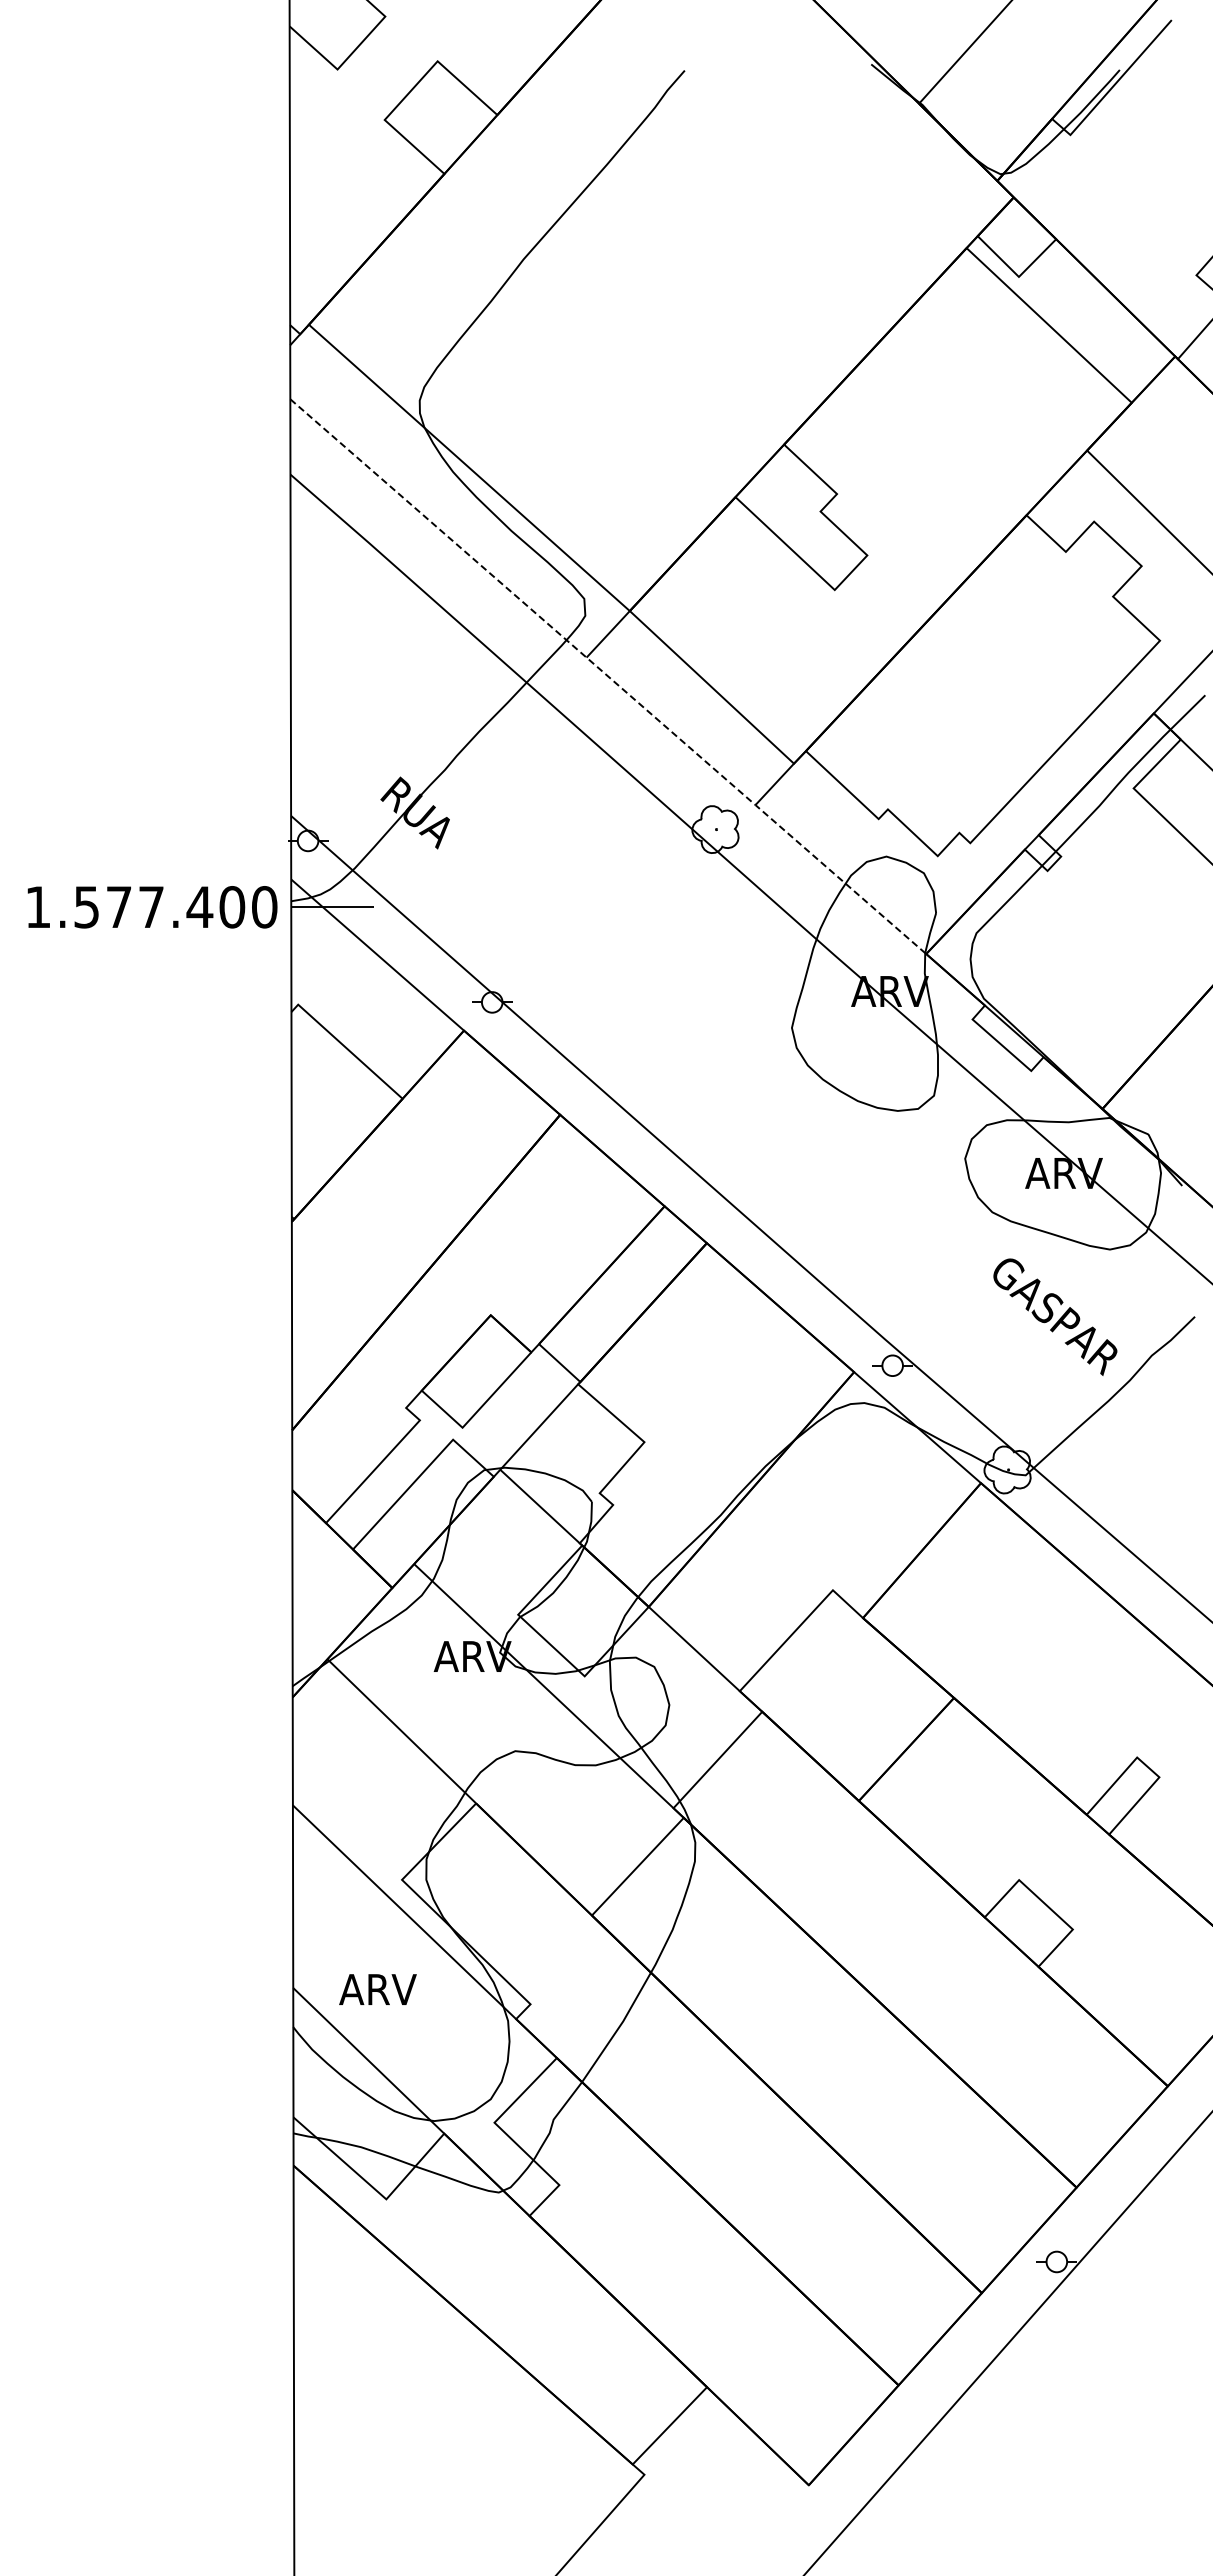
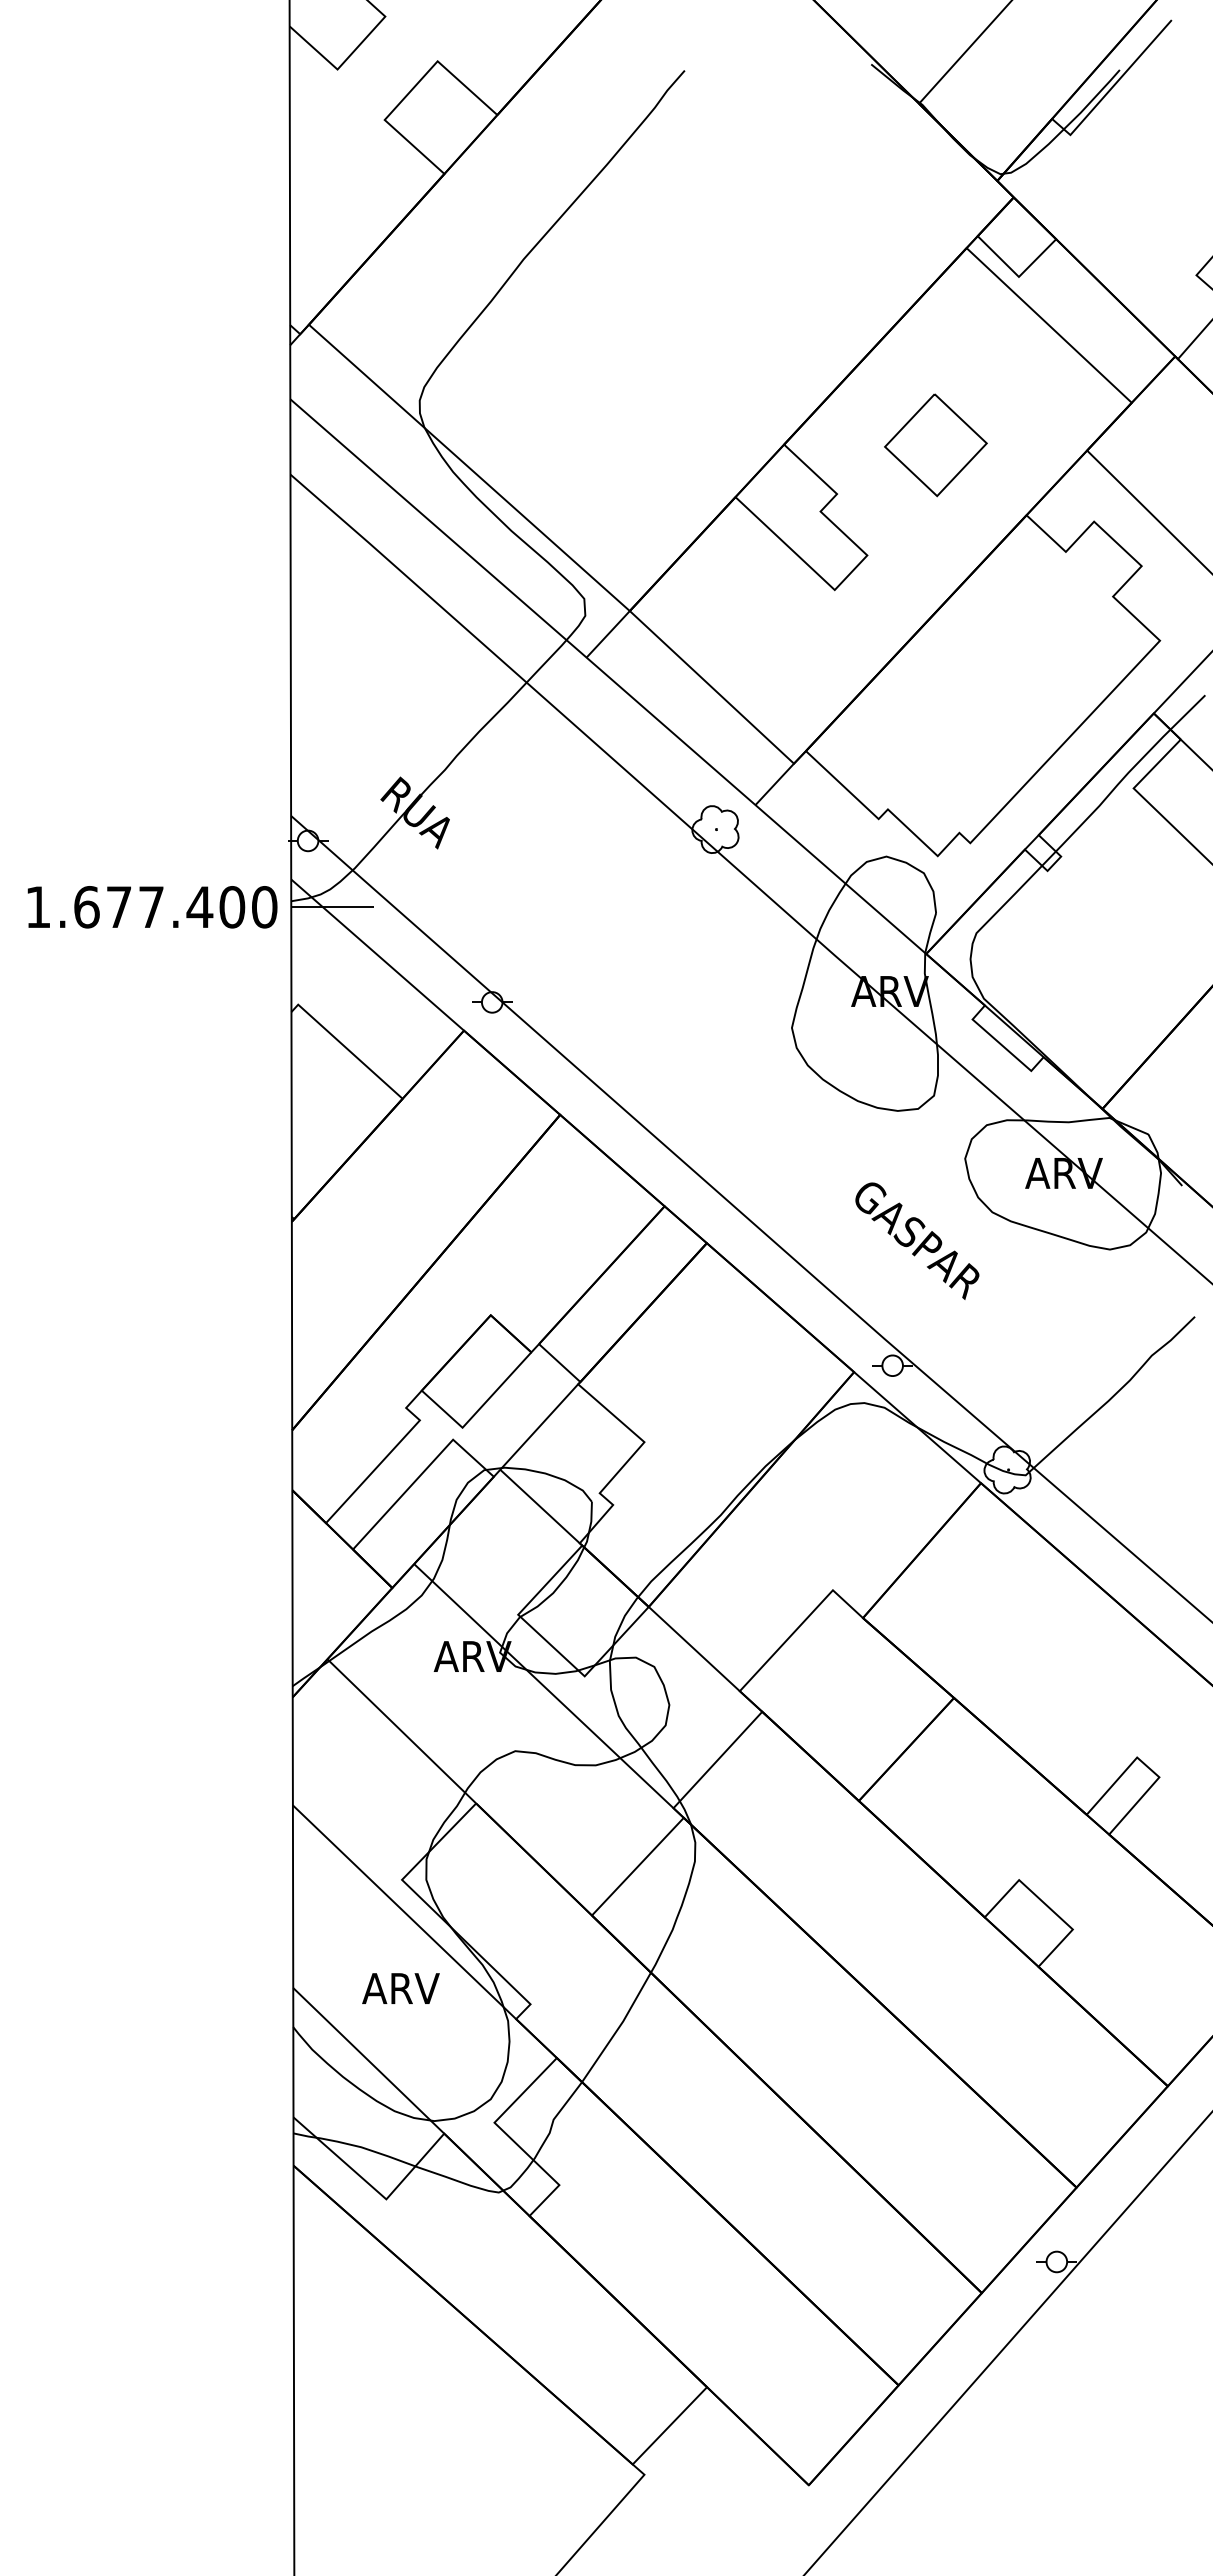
part at (935, 445): none -> present
line at (608, 676): dashed -> solid
text at (86, 907): 1.577.400 -> 1.677.400
text at (1055, 1316) position: (1055, 1316) -> (917, 1240)
text at (377, 1989) position: (377, 1989) -> (400, 1988)
